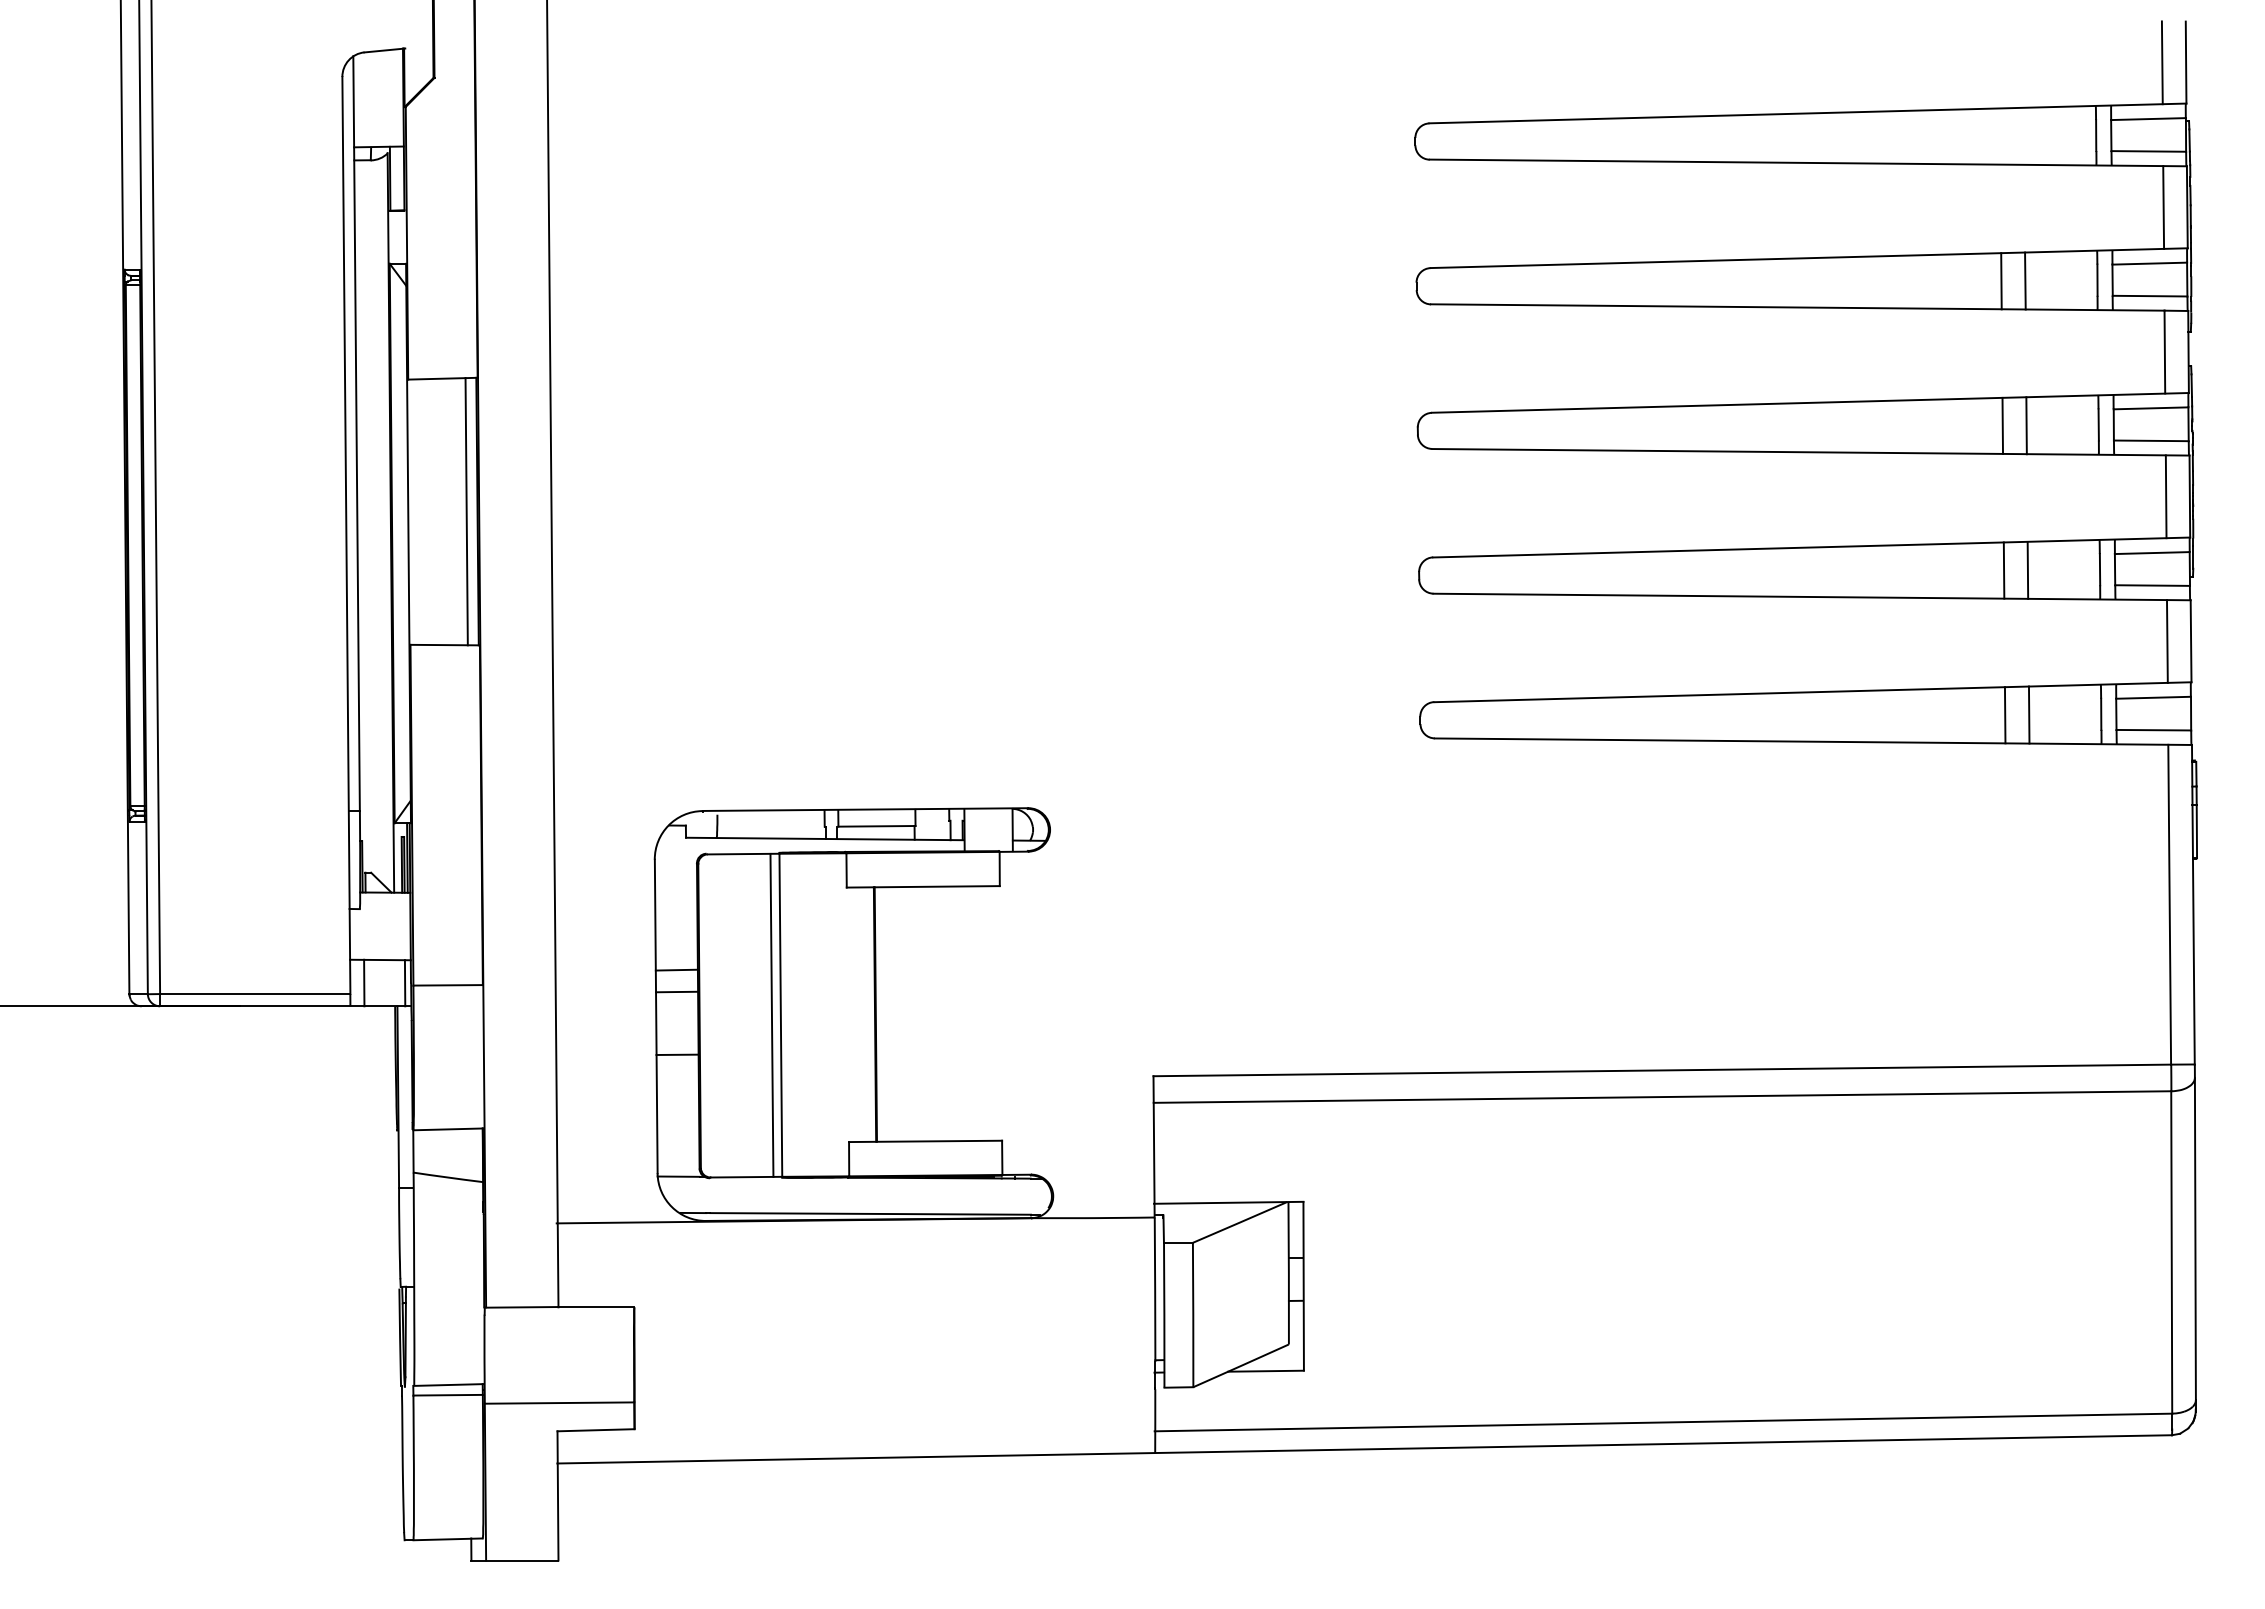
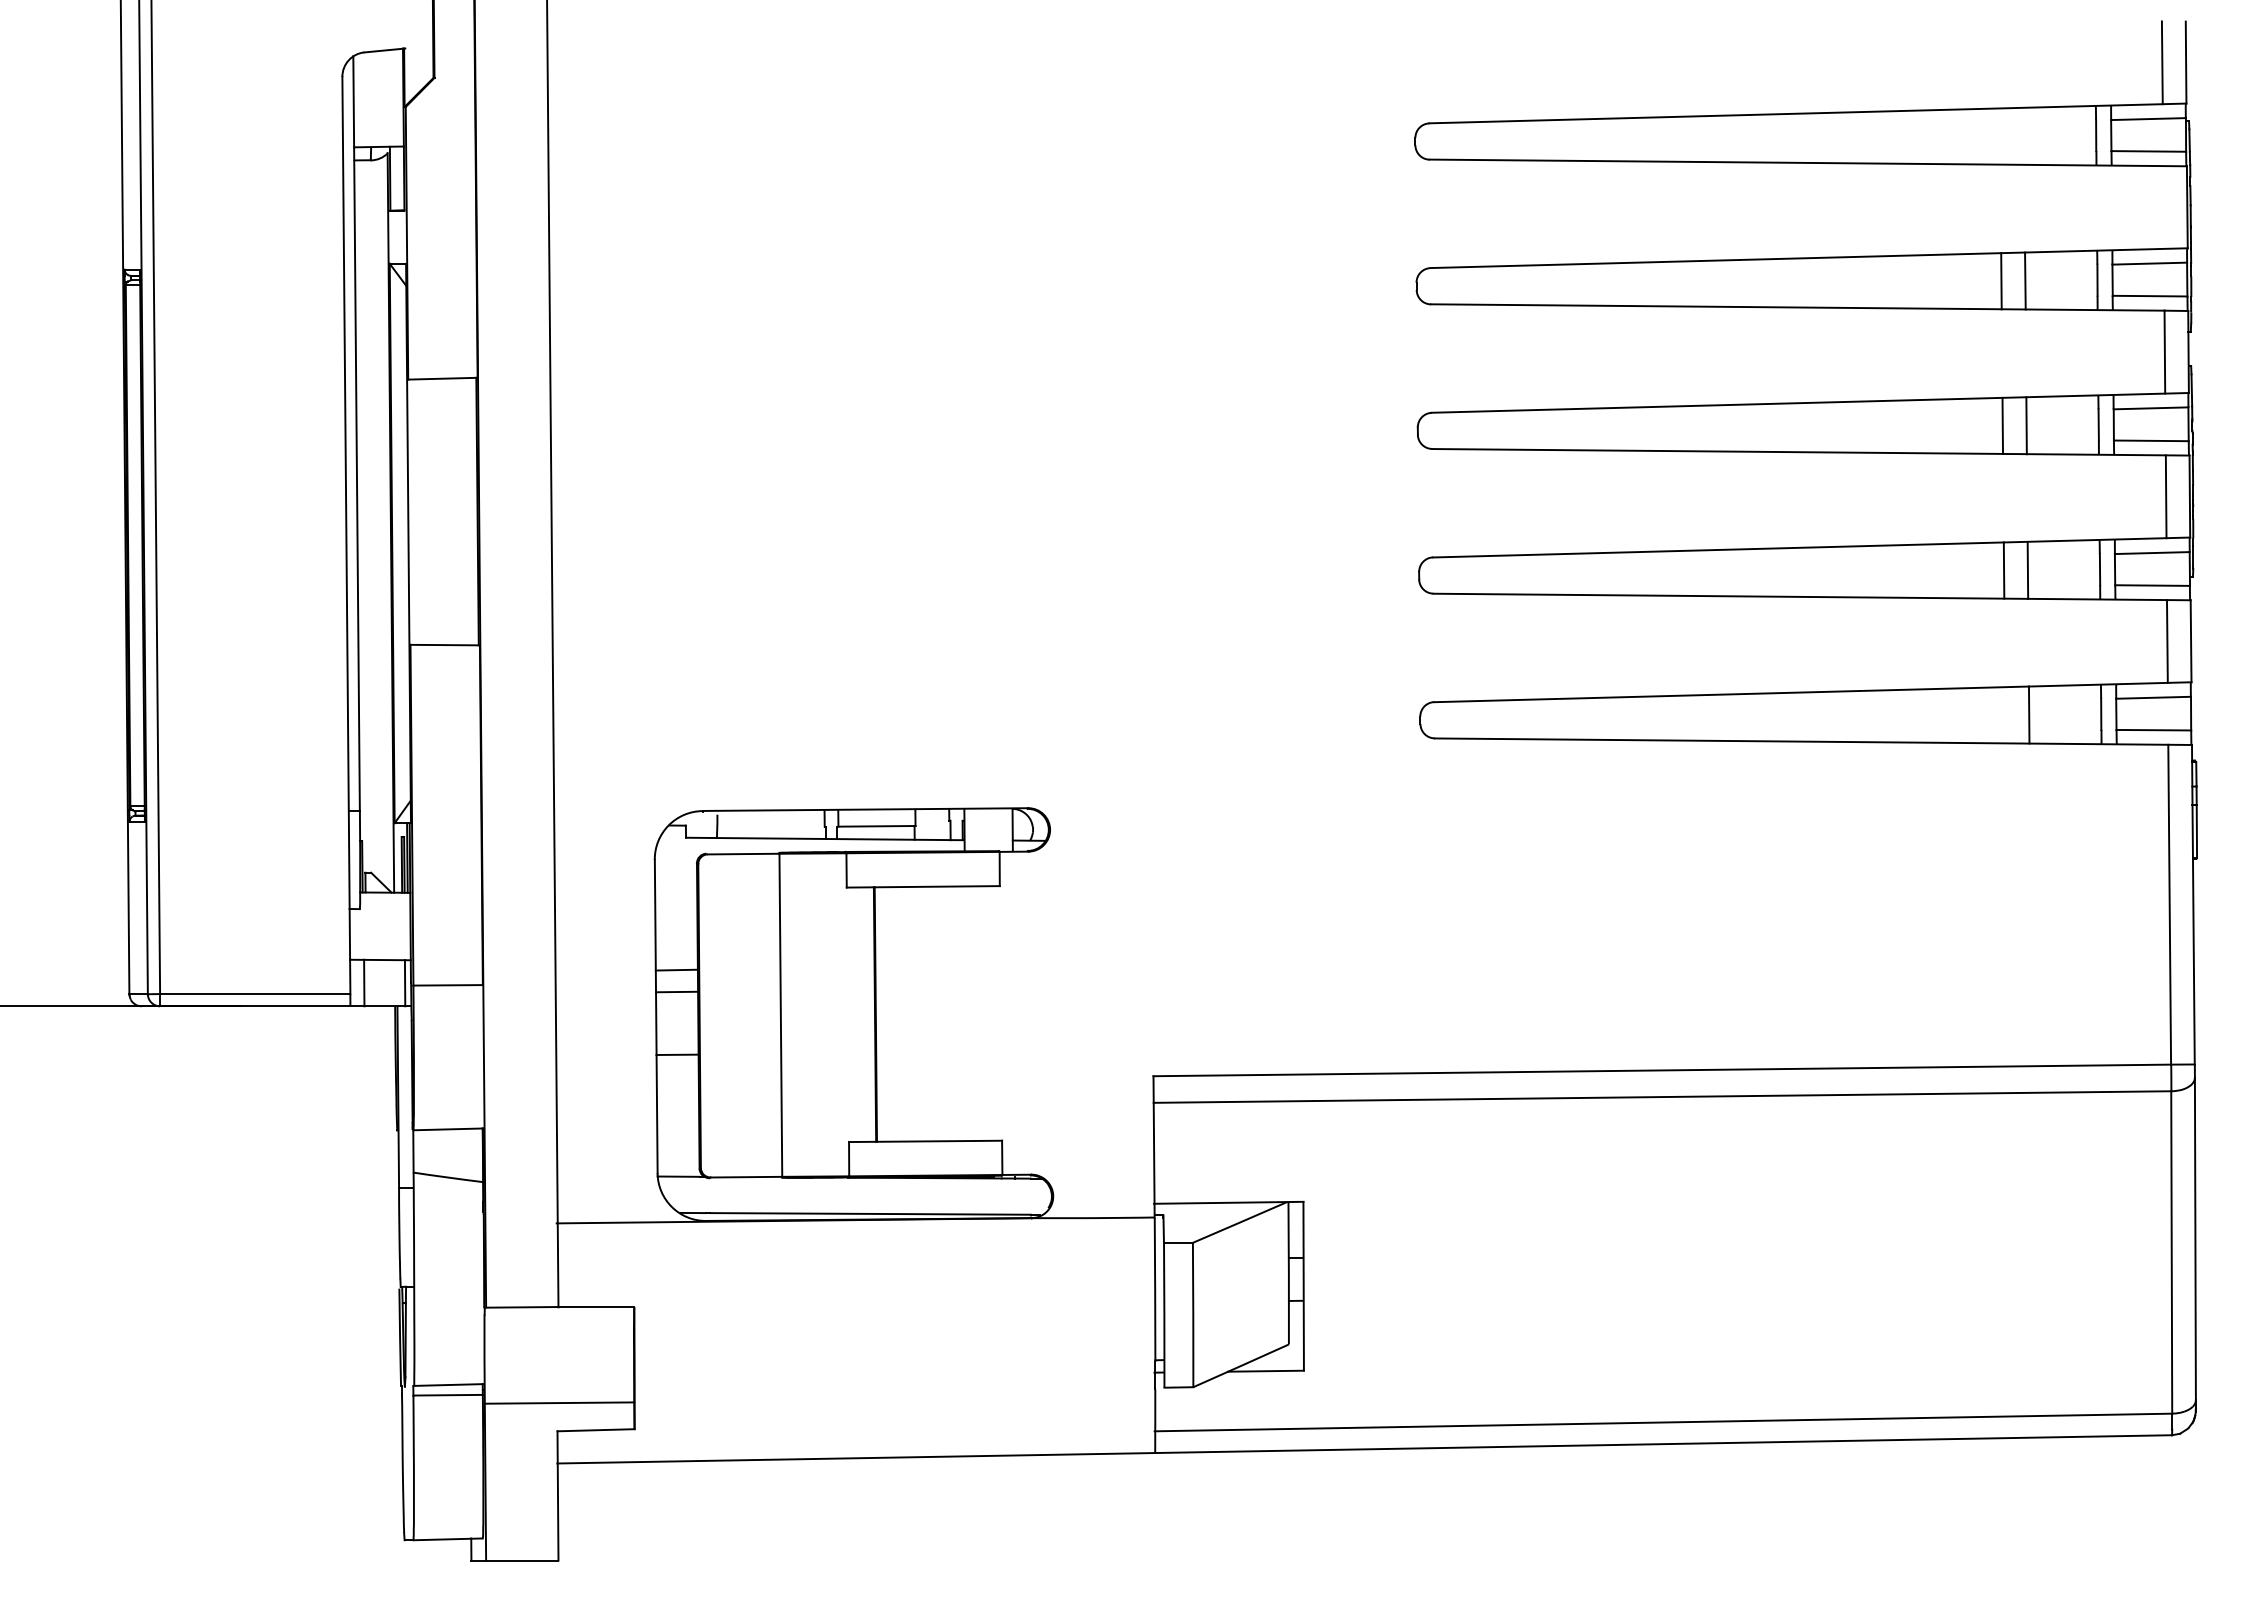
line at (2163, 207): present -> none
line at (466, 511): present -> none
line at (2004, 715): present -> none
line at (771, 1015): present -> none
